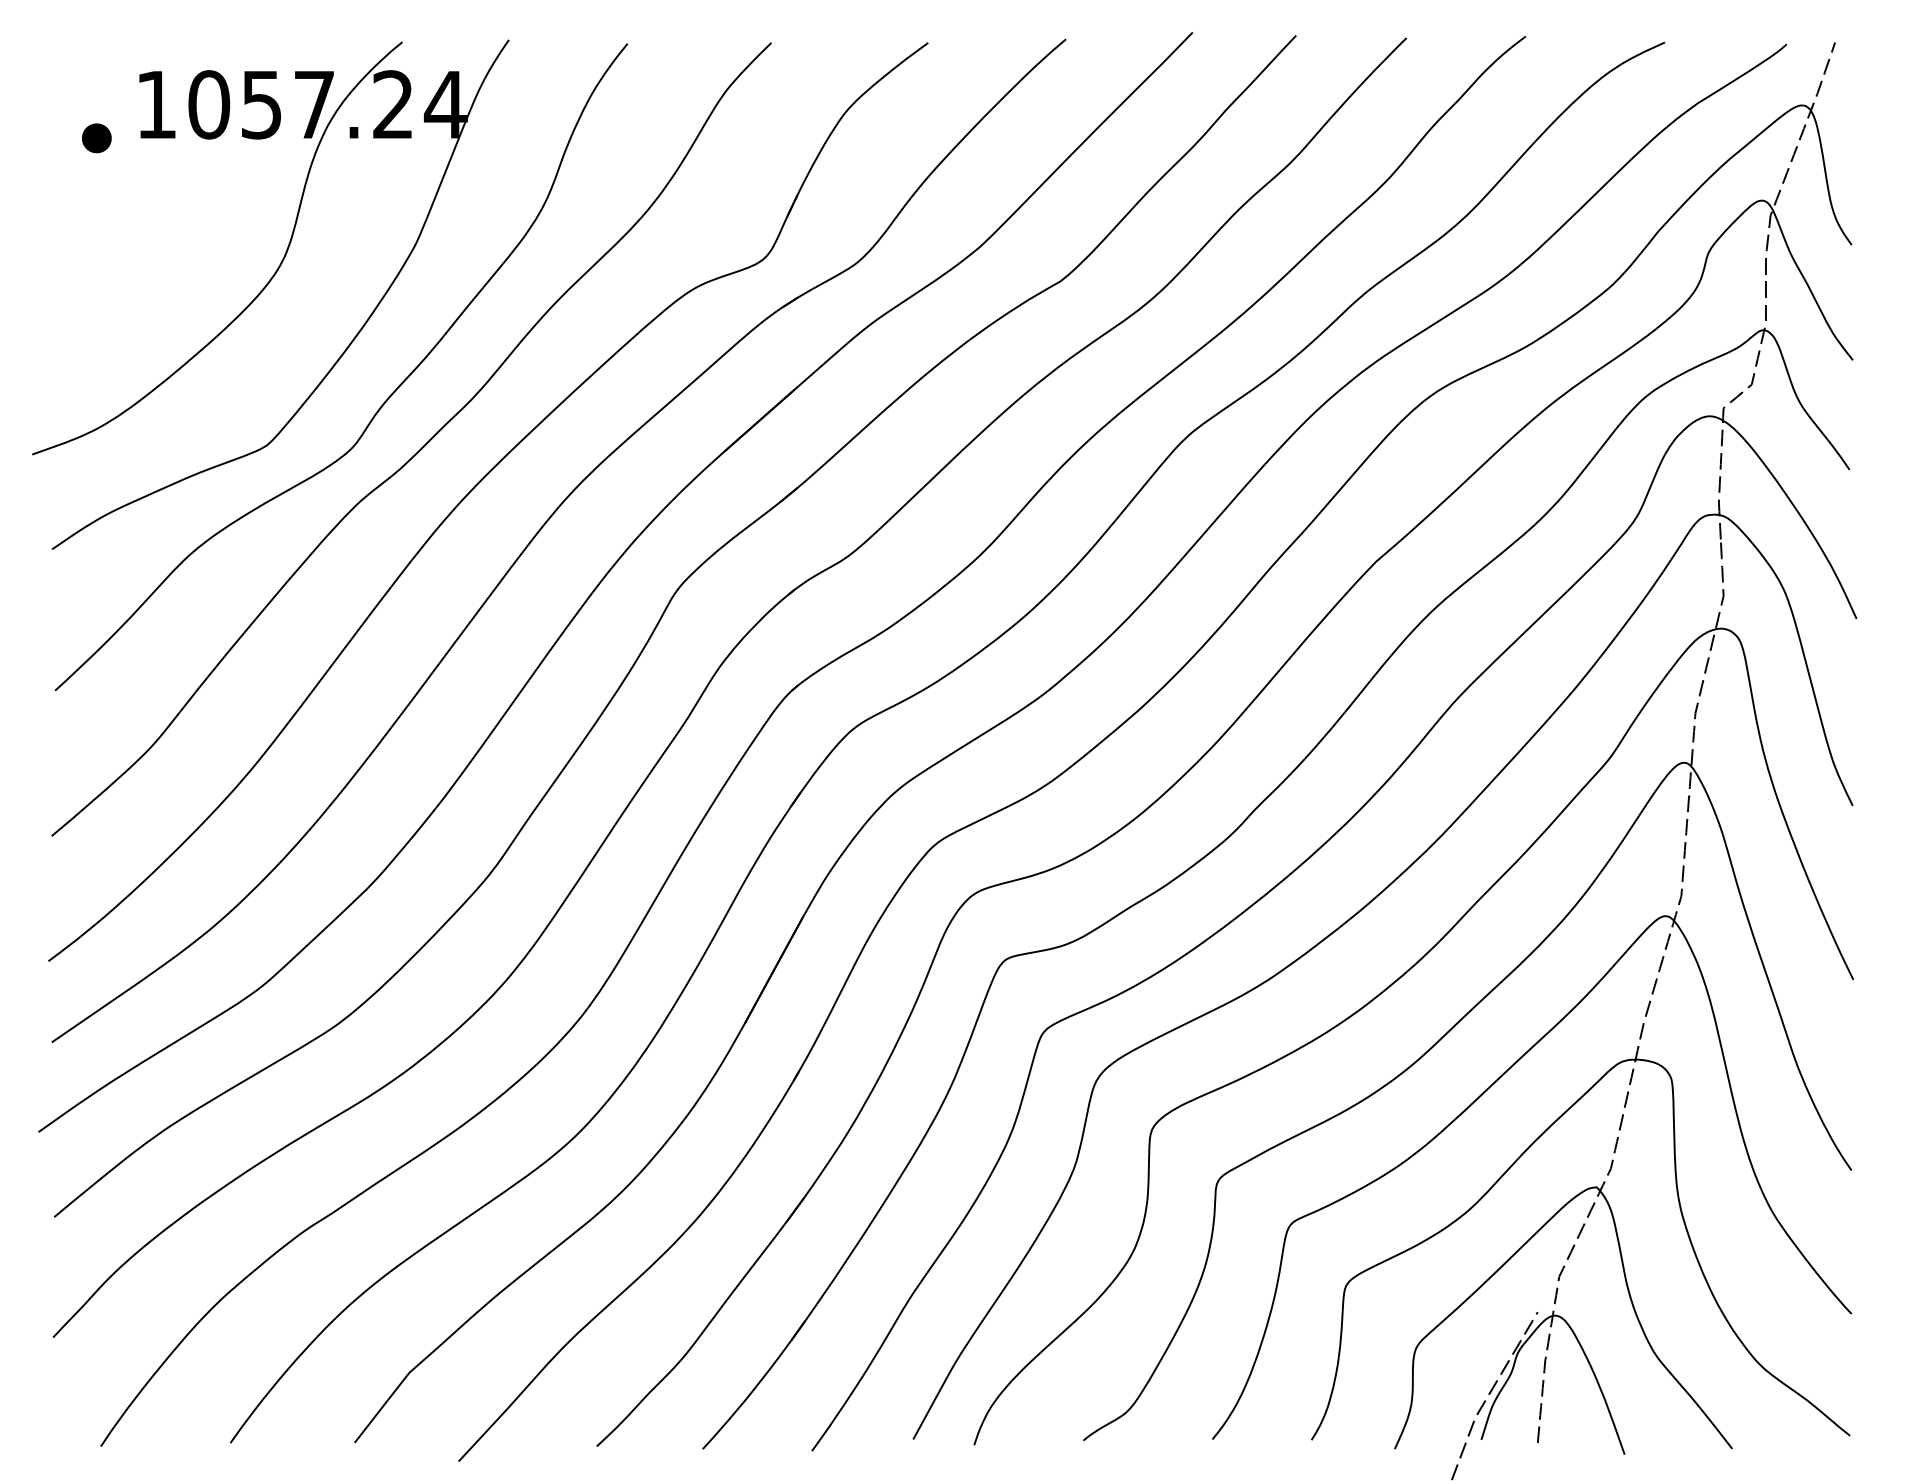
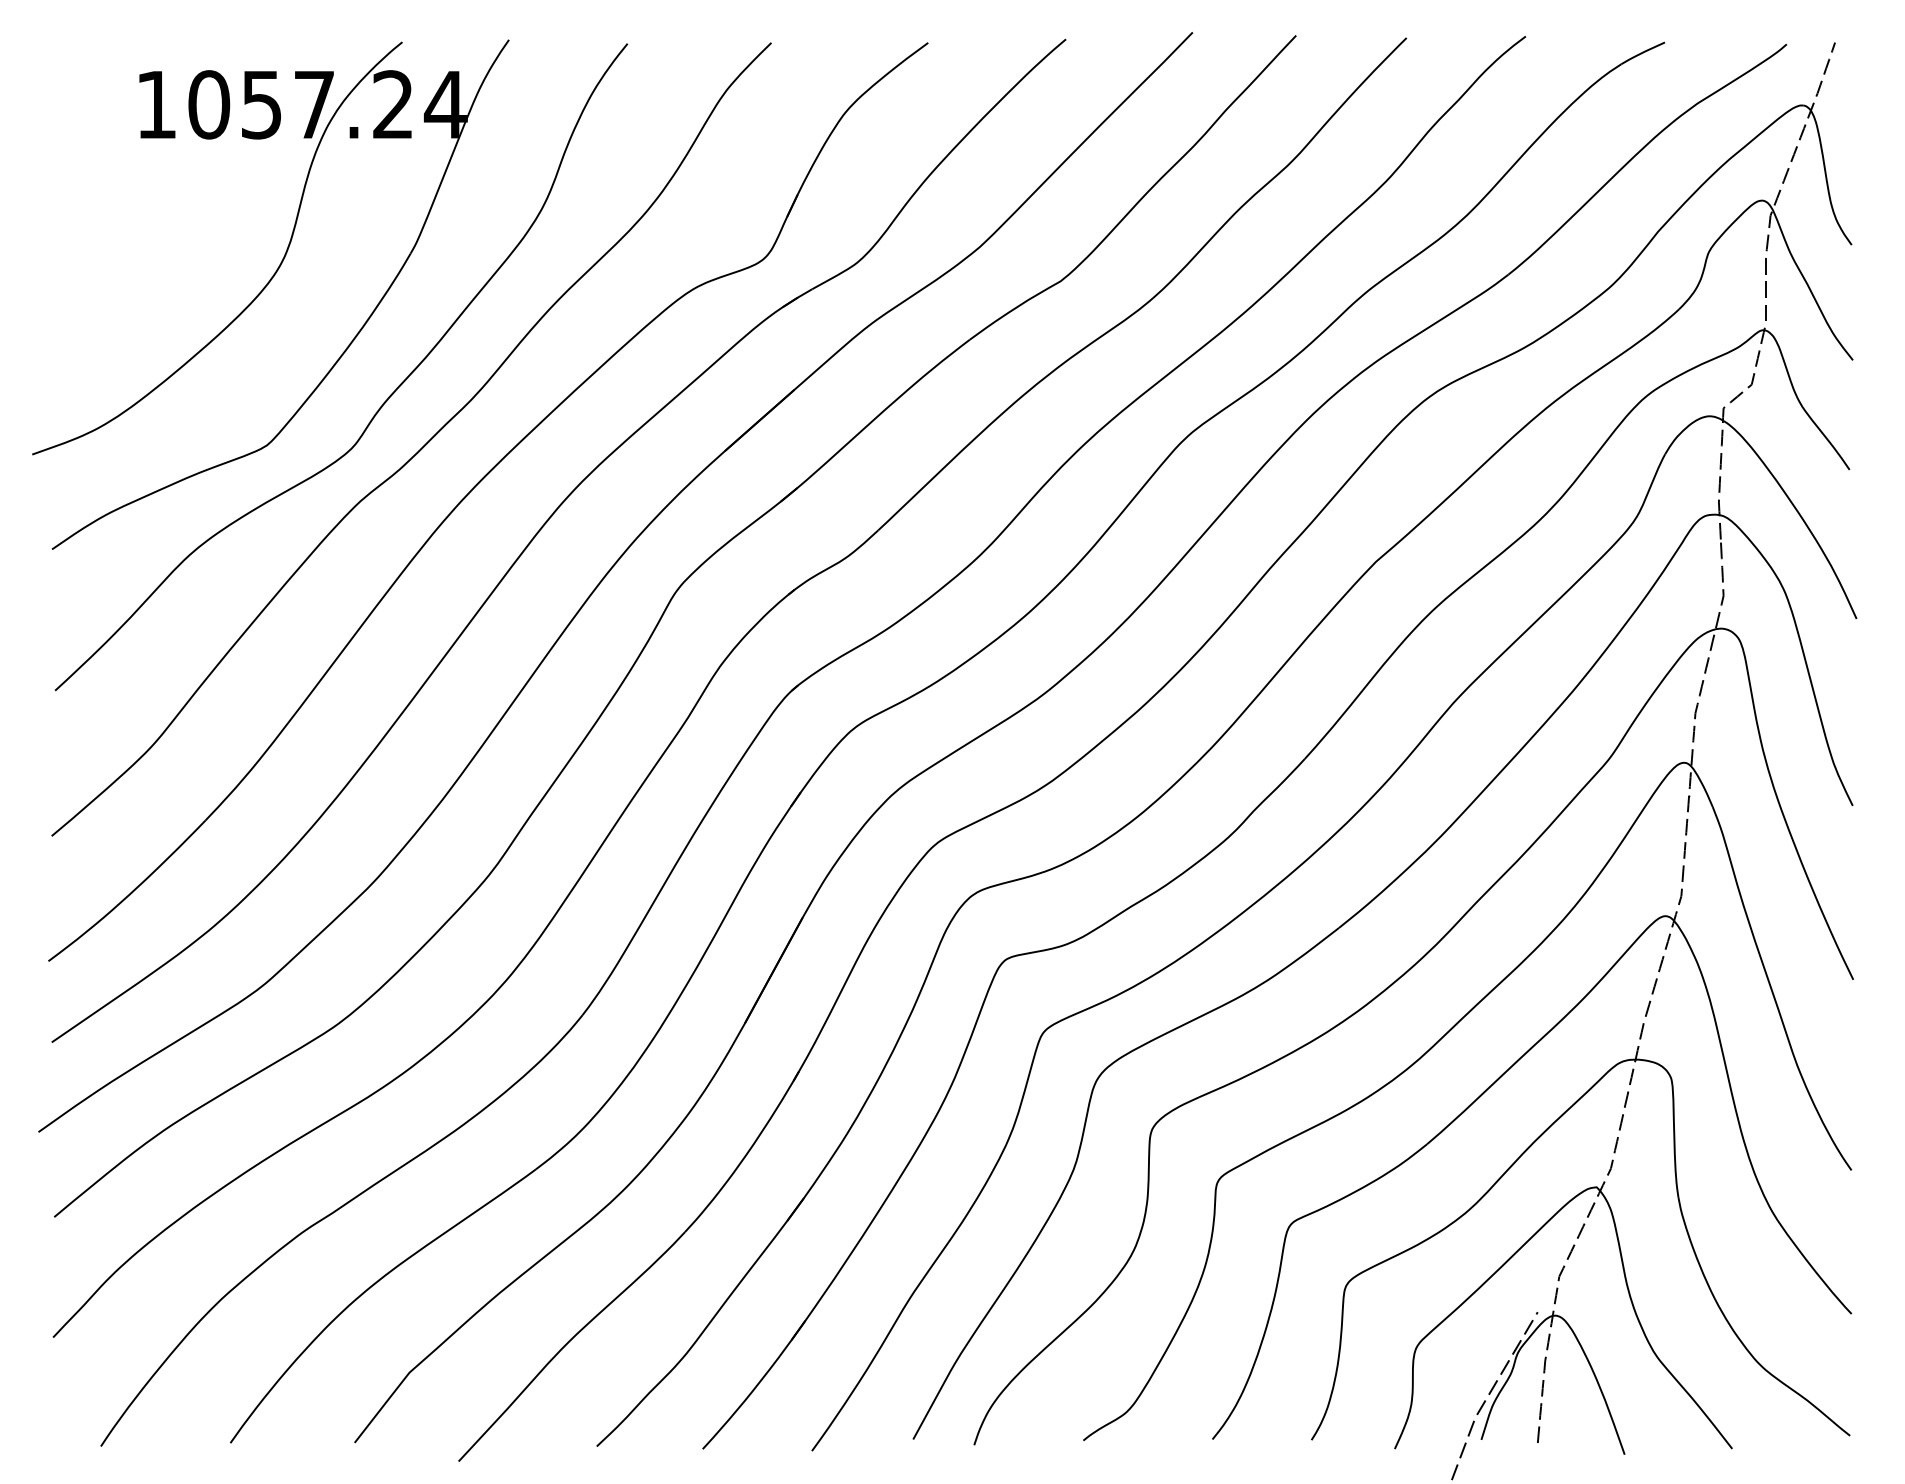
part at (96, 138): present -> none
